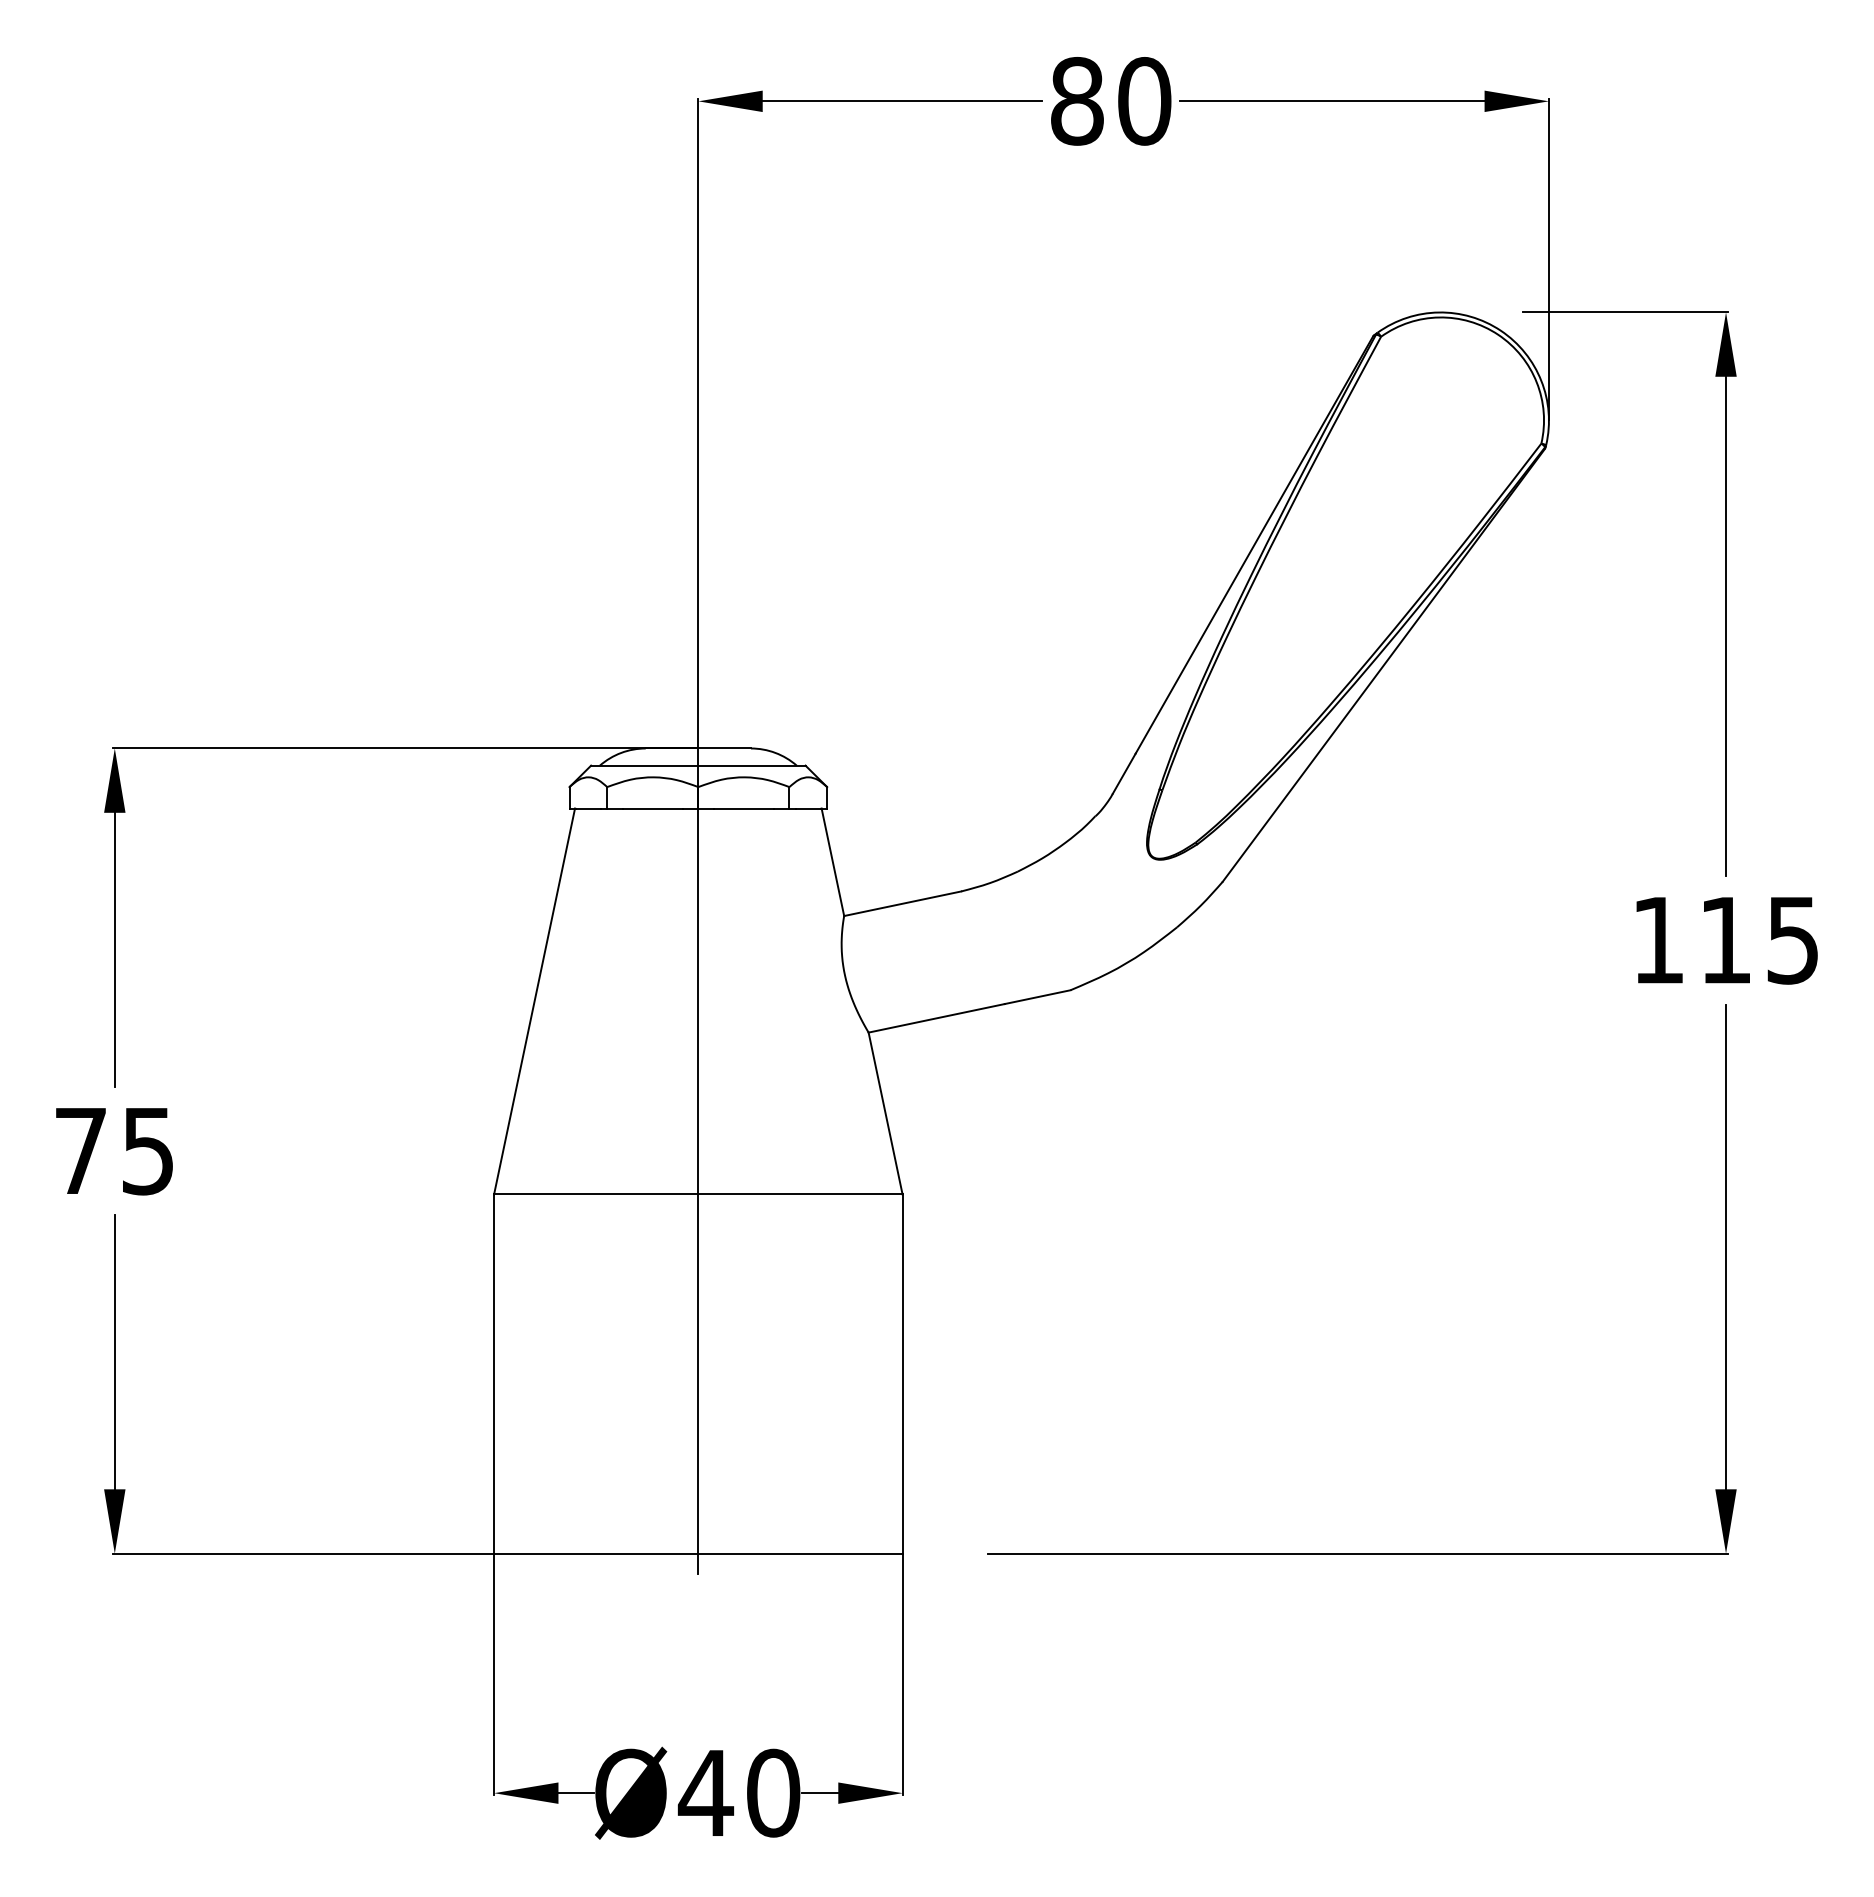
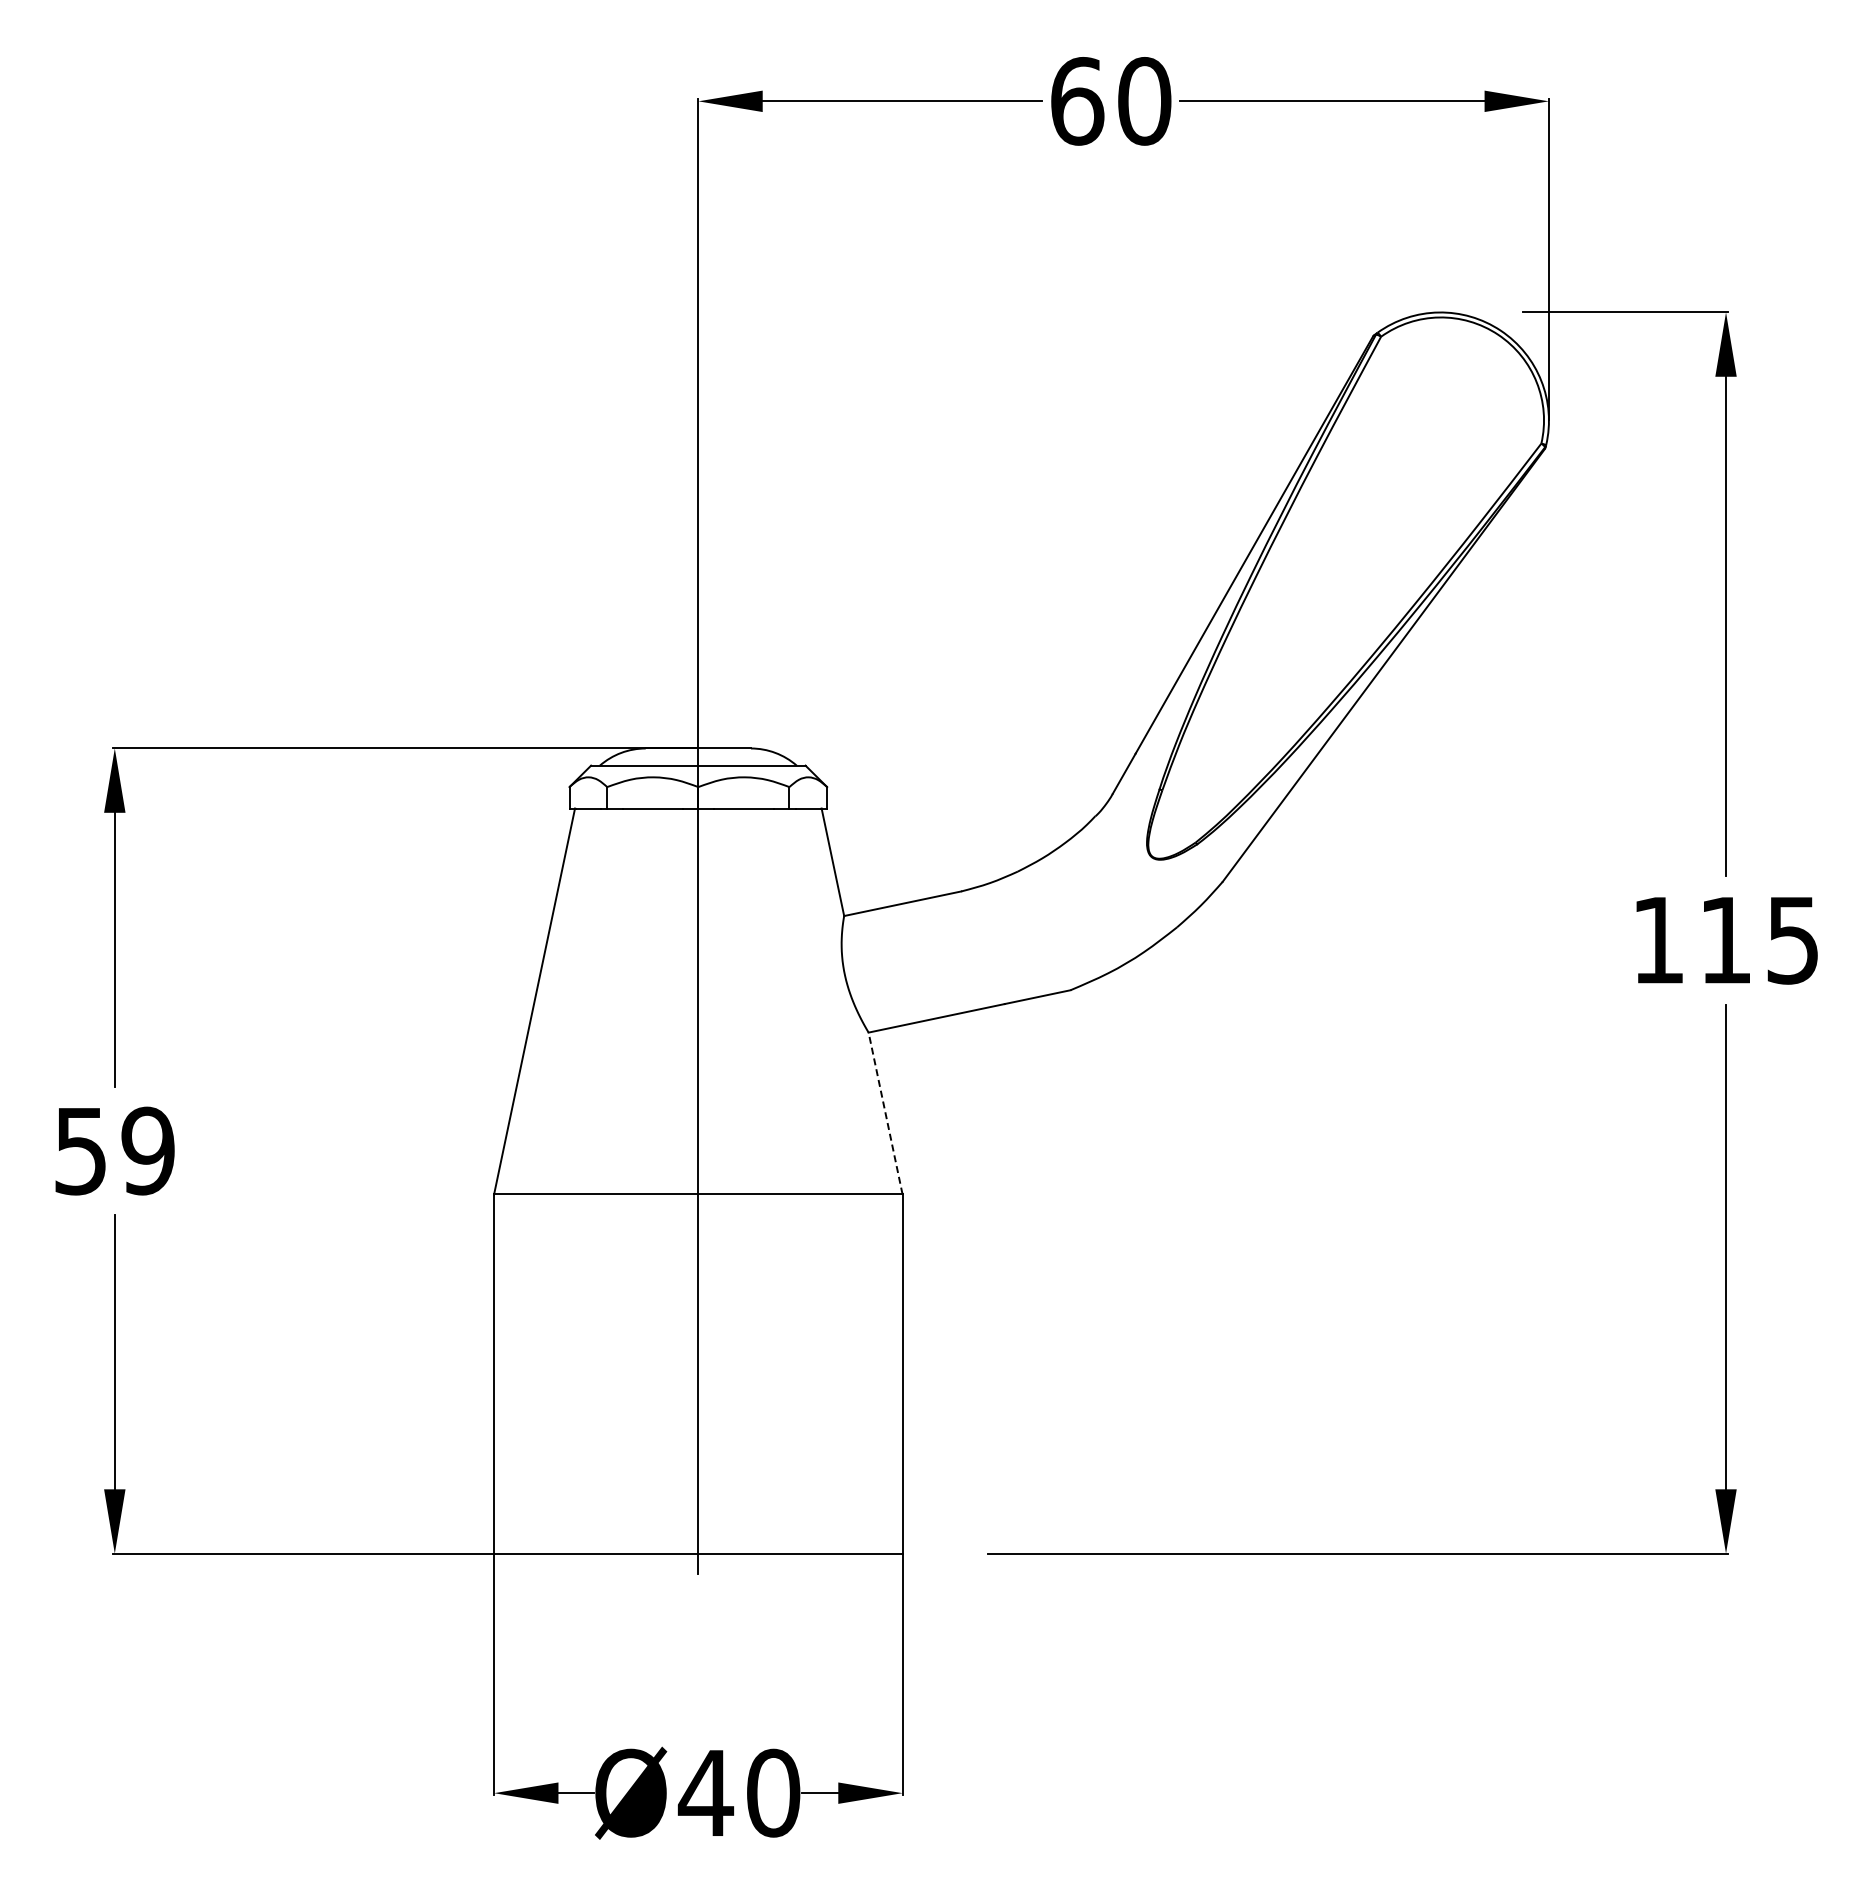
text at (1077, 101): 80 -> 60
line at (885, 1113): solid -> dashed
text at (114, 1150): 75 -> 59
